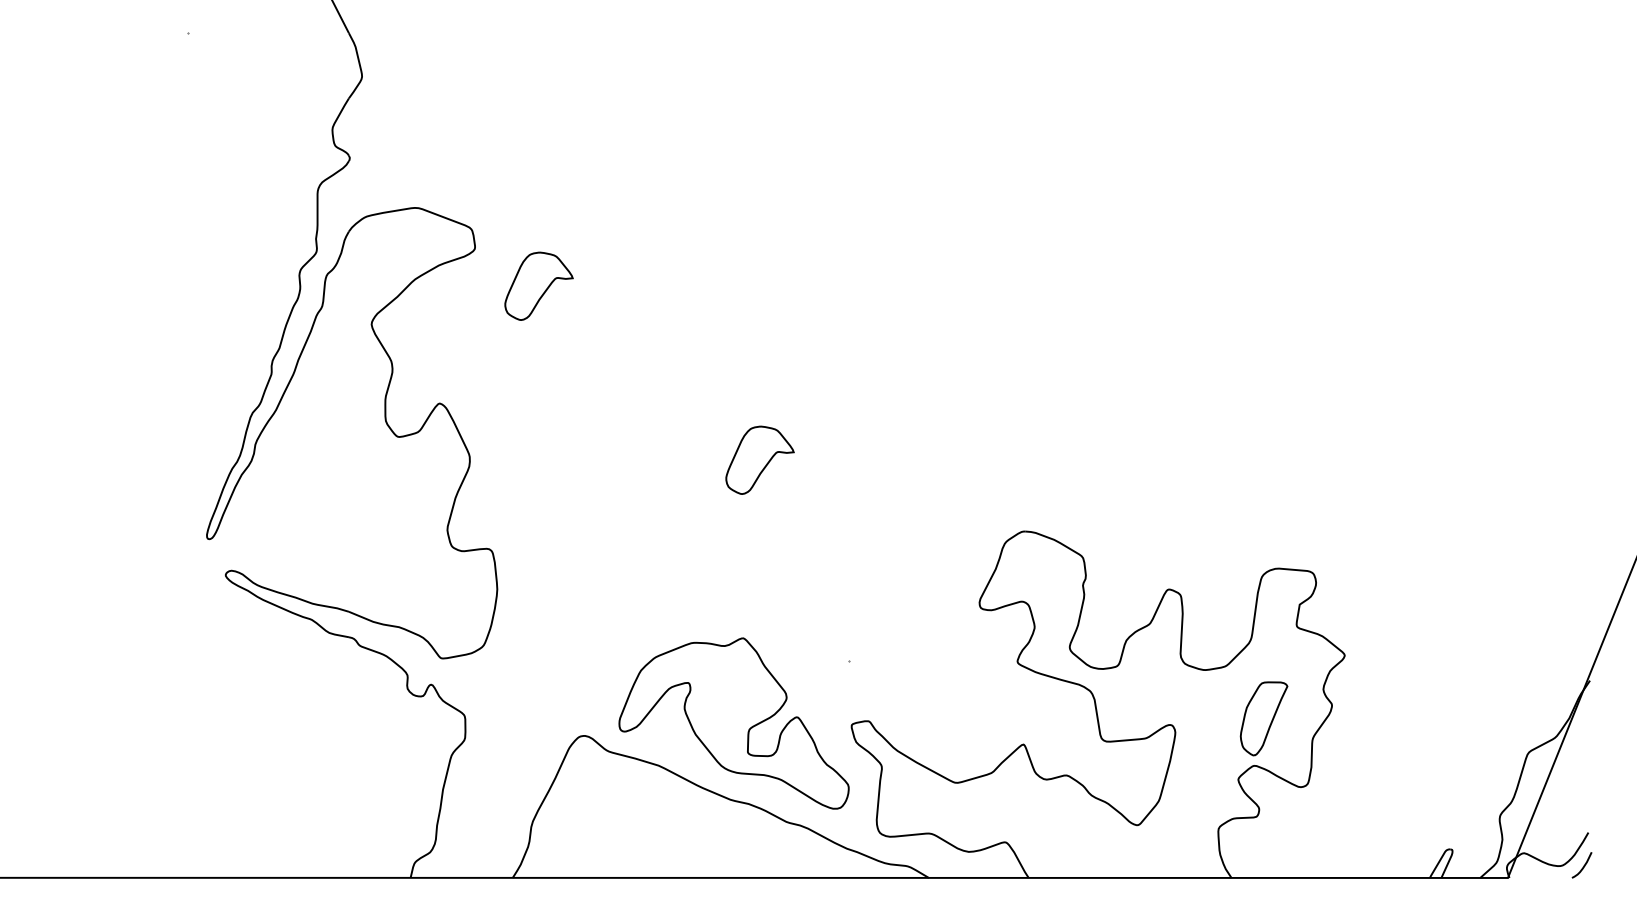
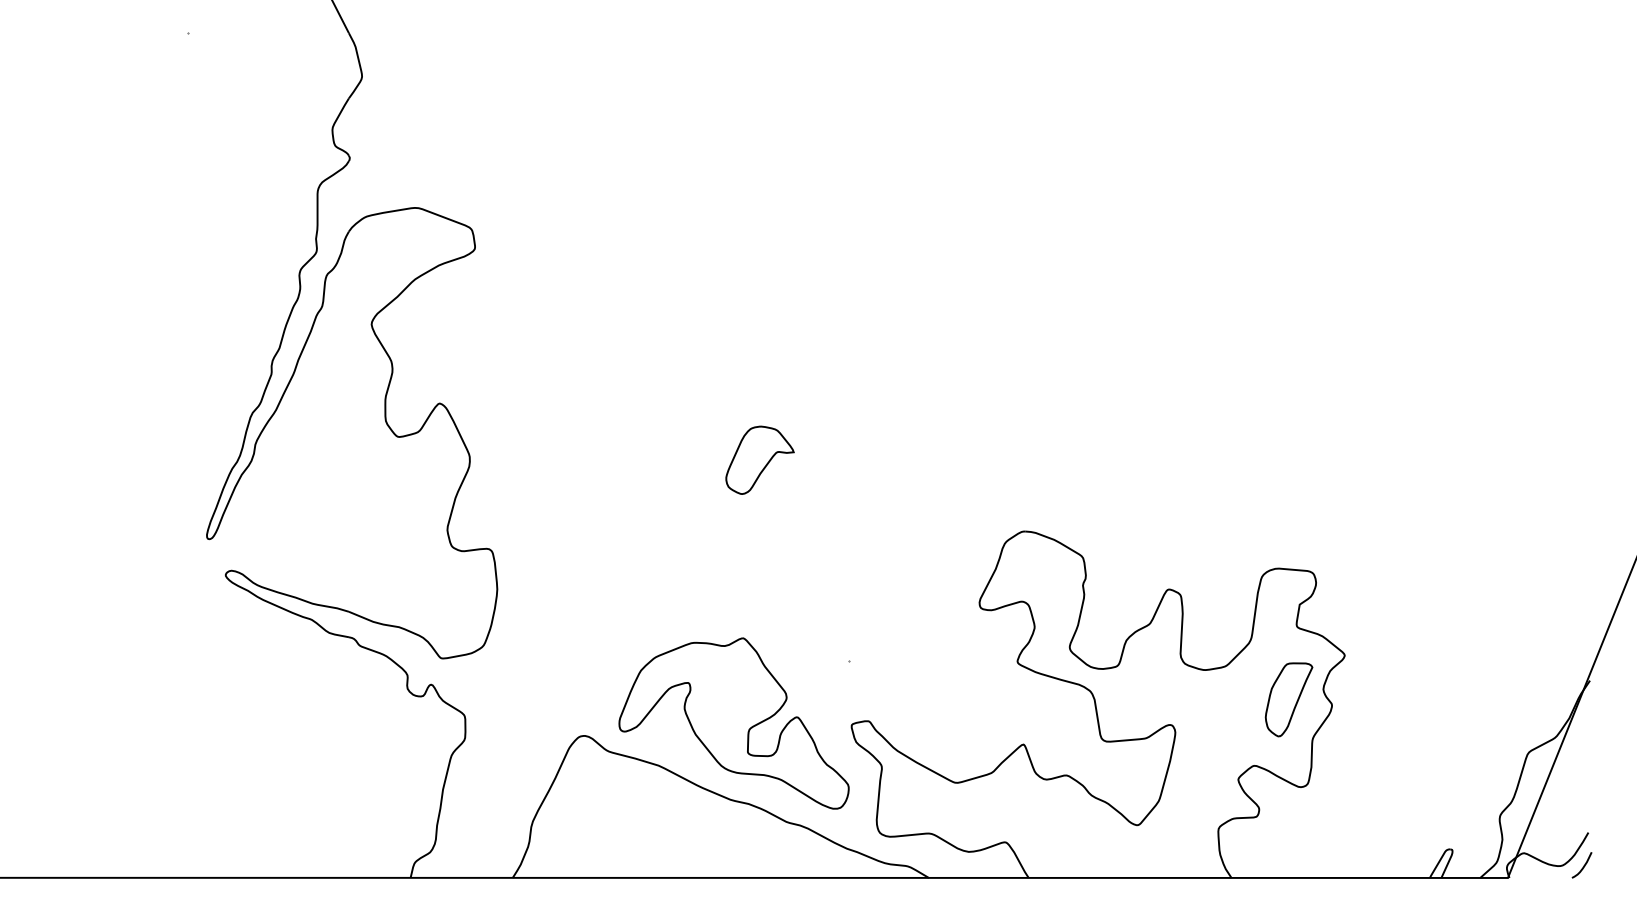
part at (538, 285): present -> none
part at (1263, 718) position: (1263, 718) -> (1288, 699)
